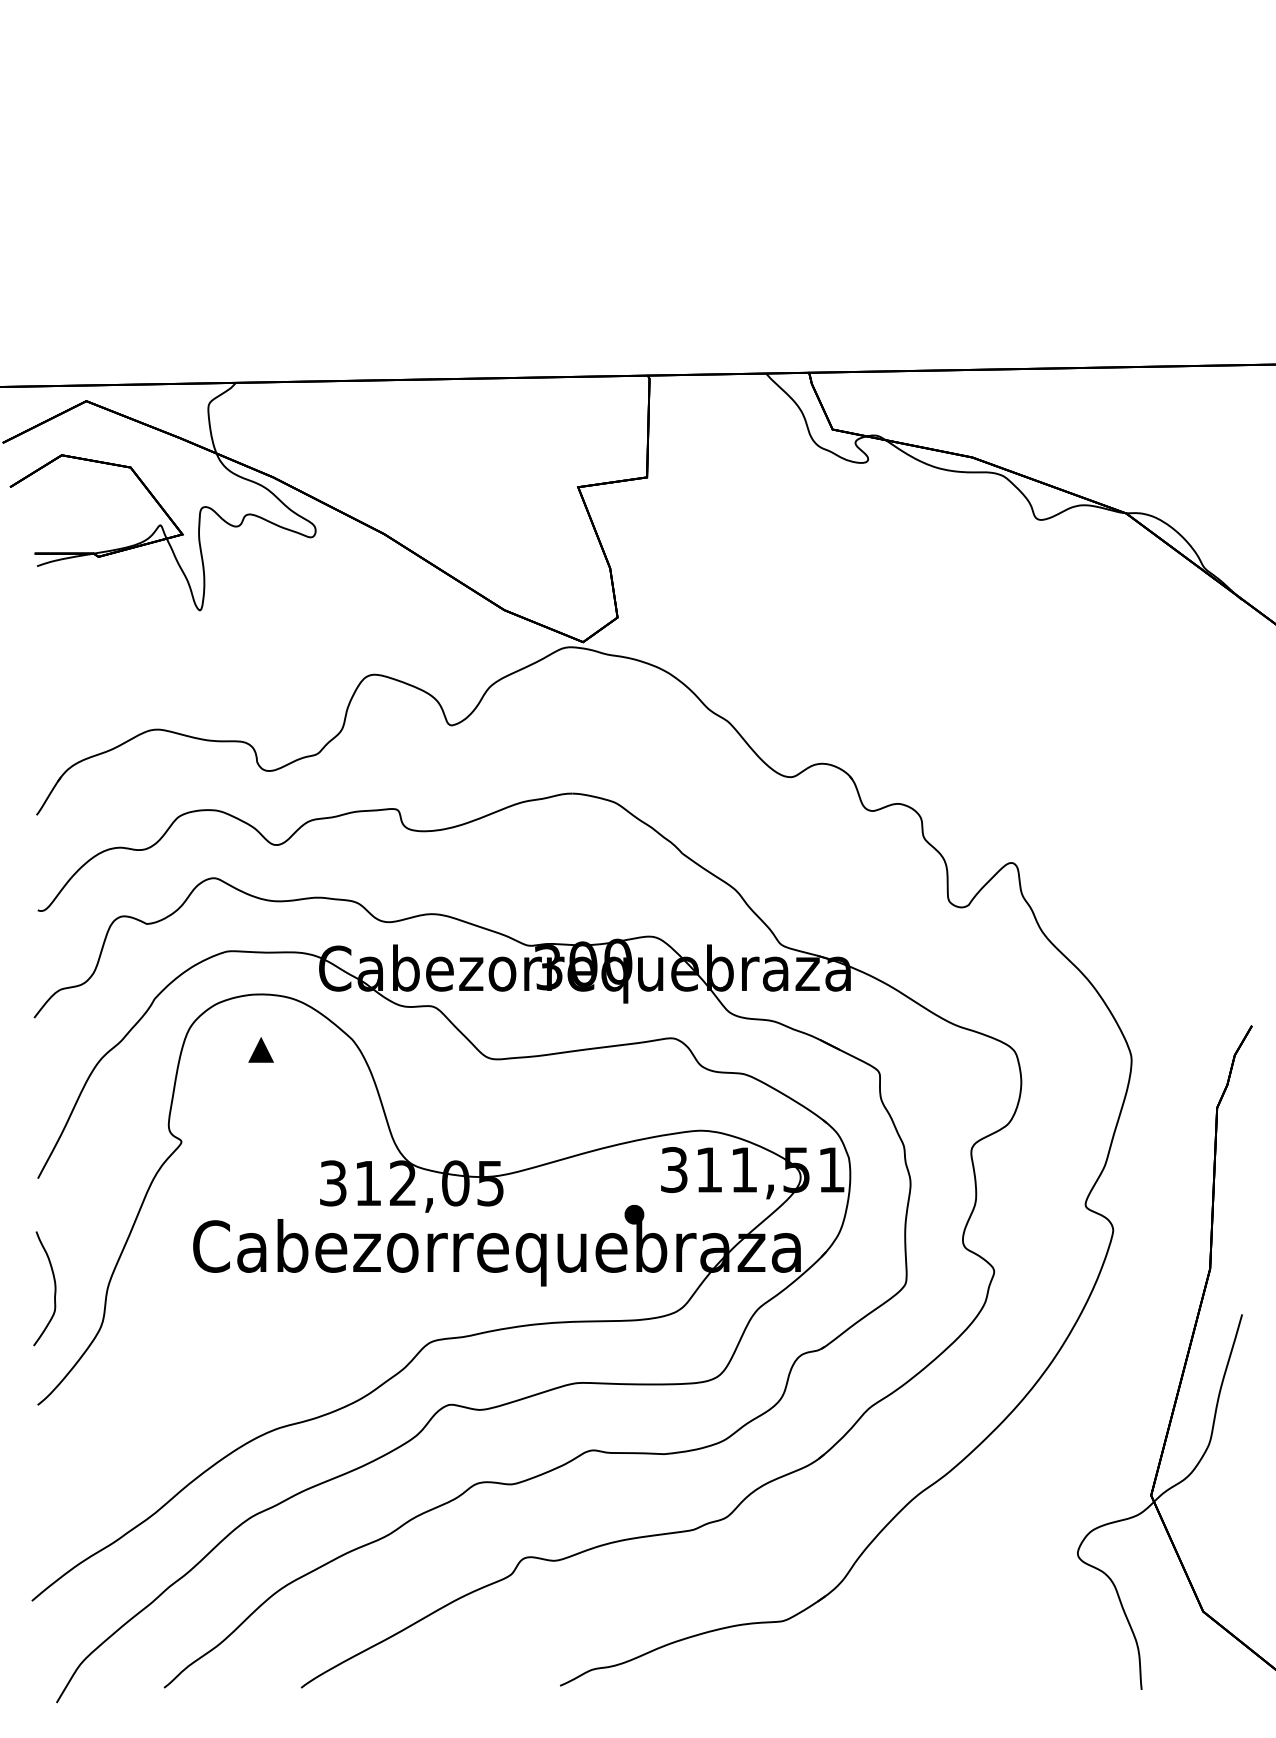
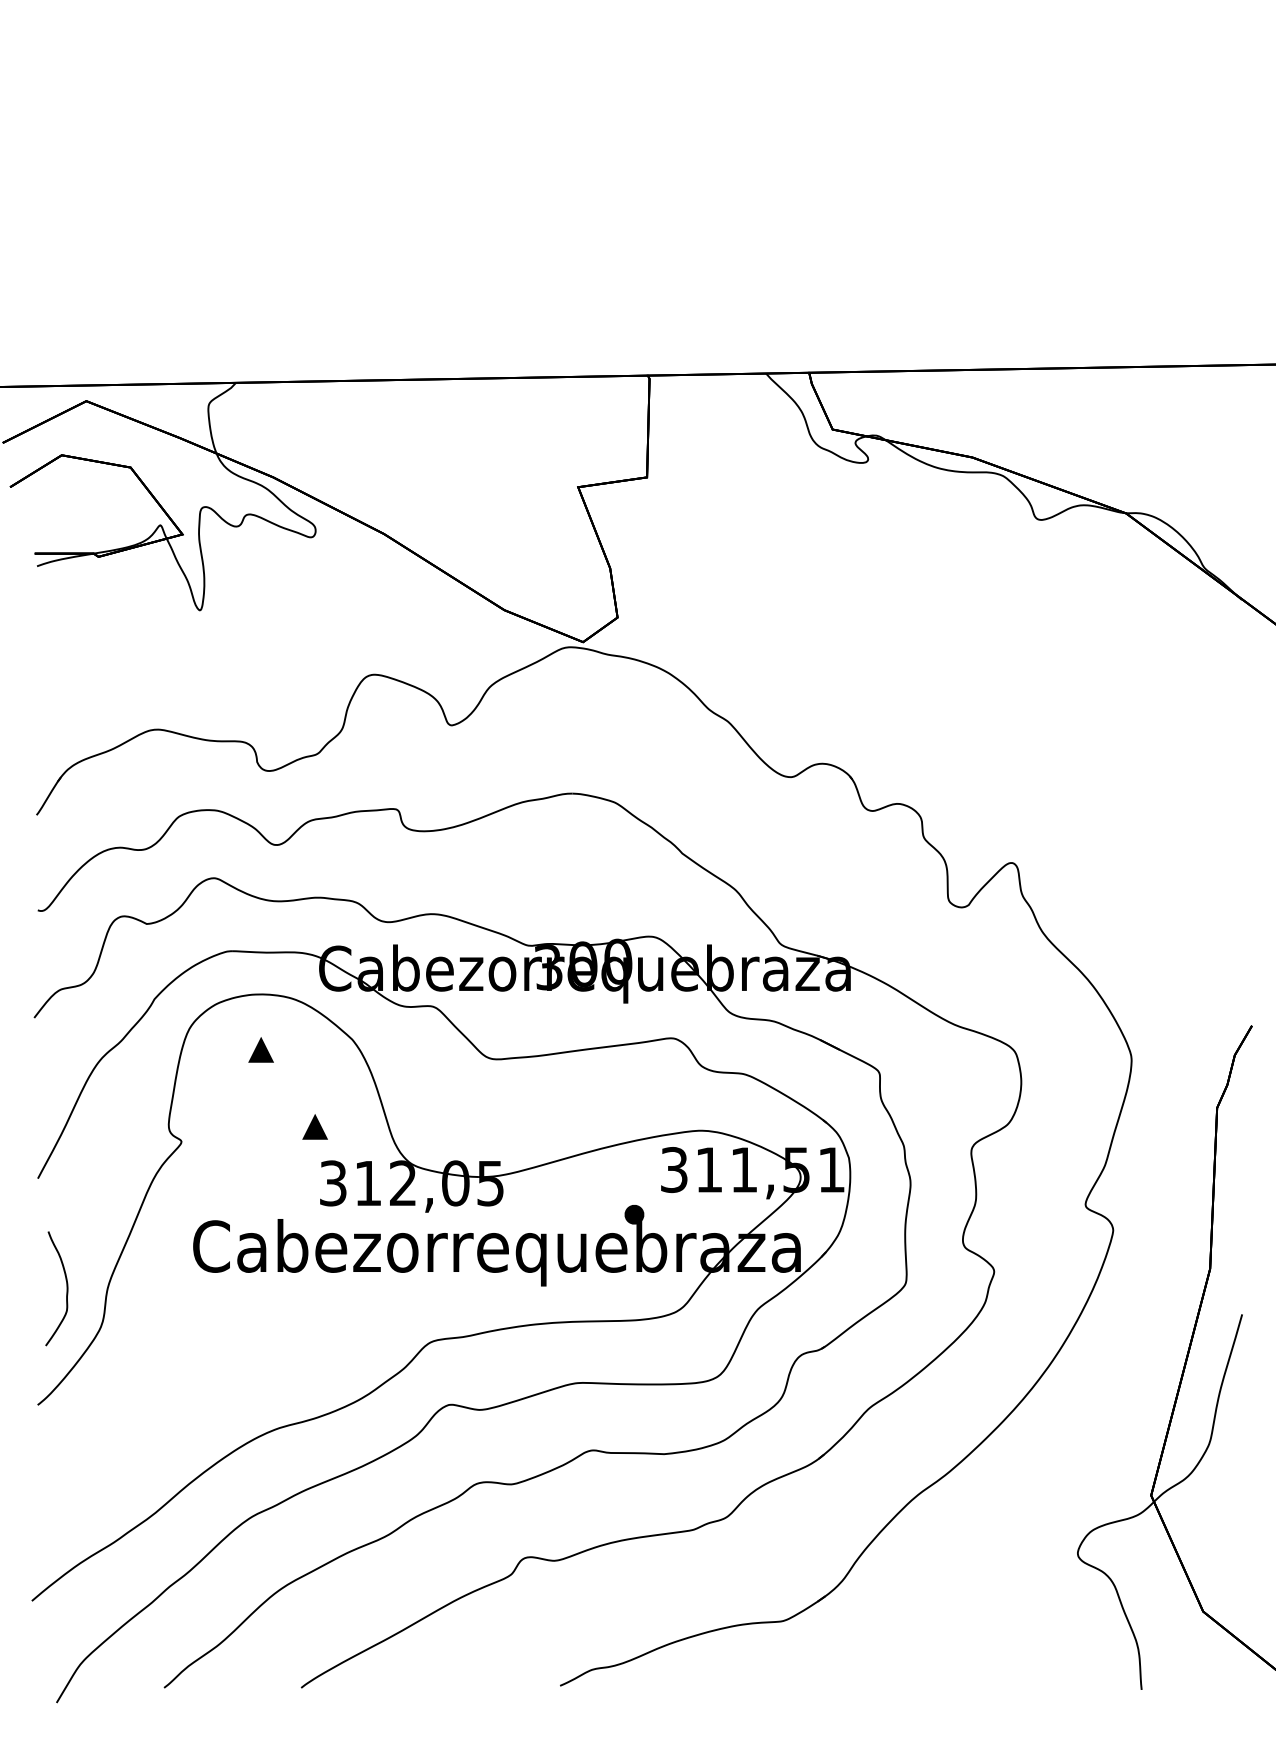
part at (314, 1126): none -> present
curve at (54, 1288) position: (54, 1288) -> (66, 1288)
